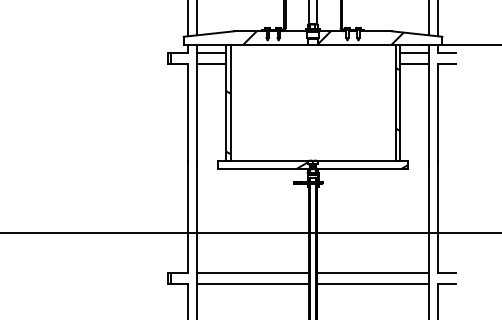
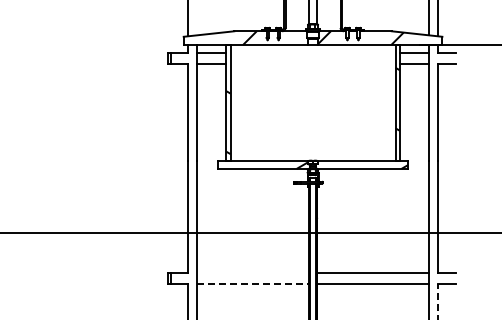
line at (196, 18): present -> none
line at (252, 273): present -> none
line at (252, 284): solid -> dashed
line at (438, 301): solid -> dashed
